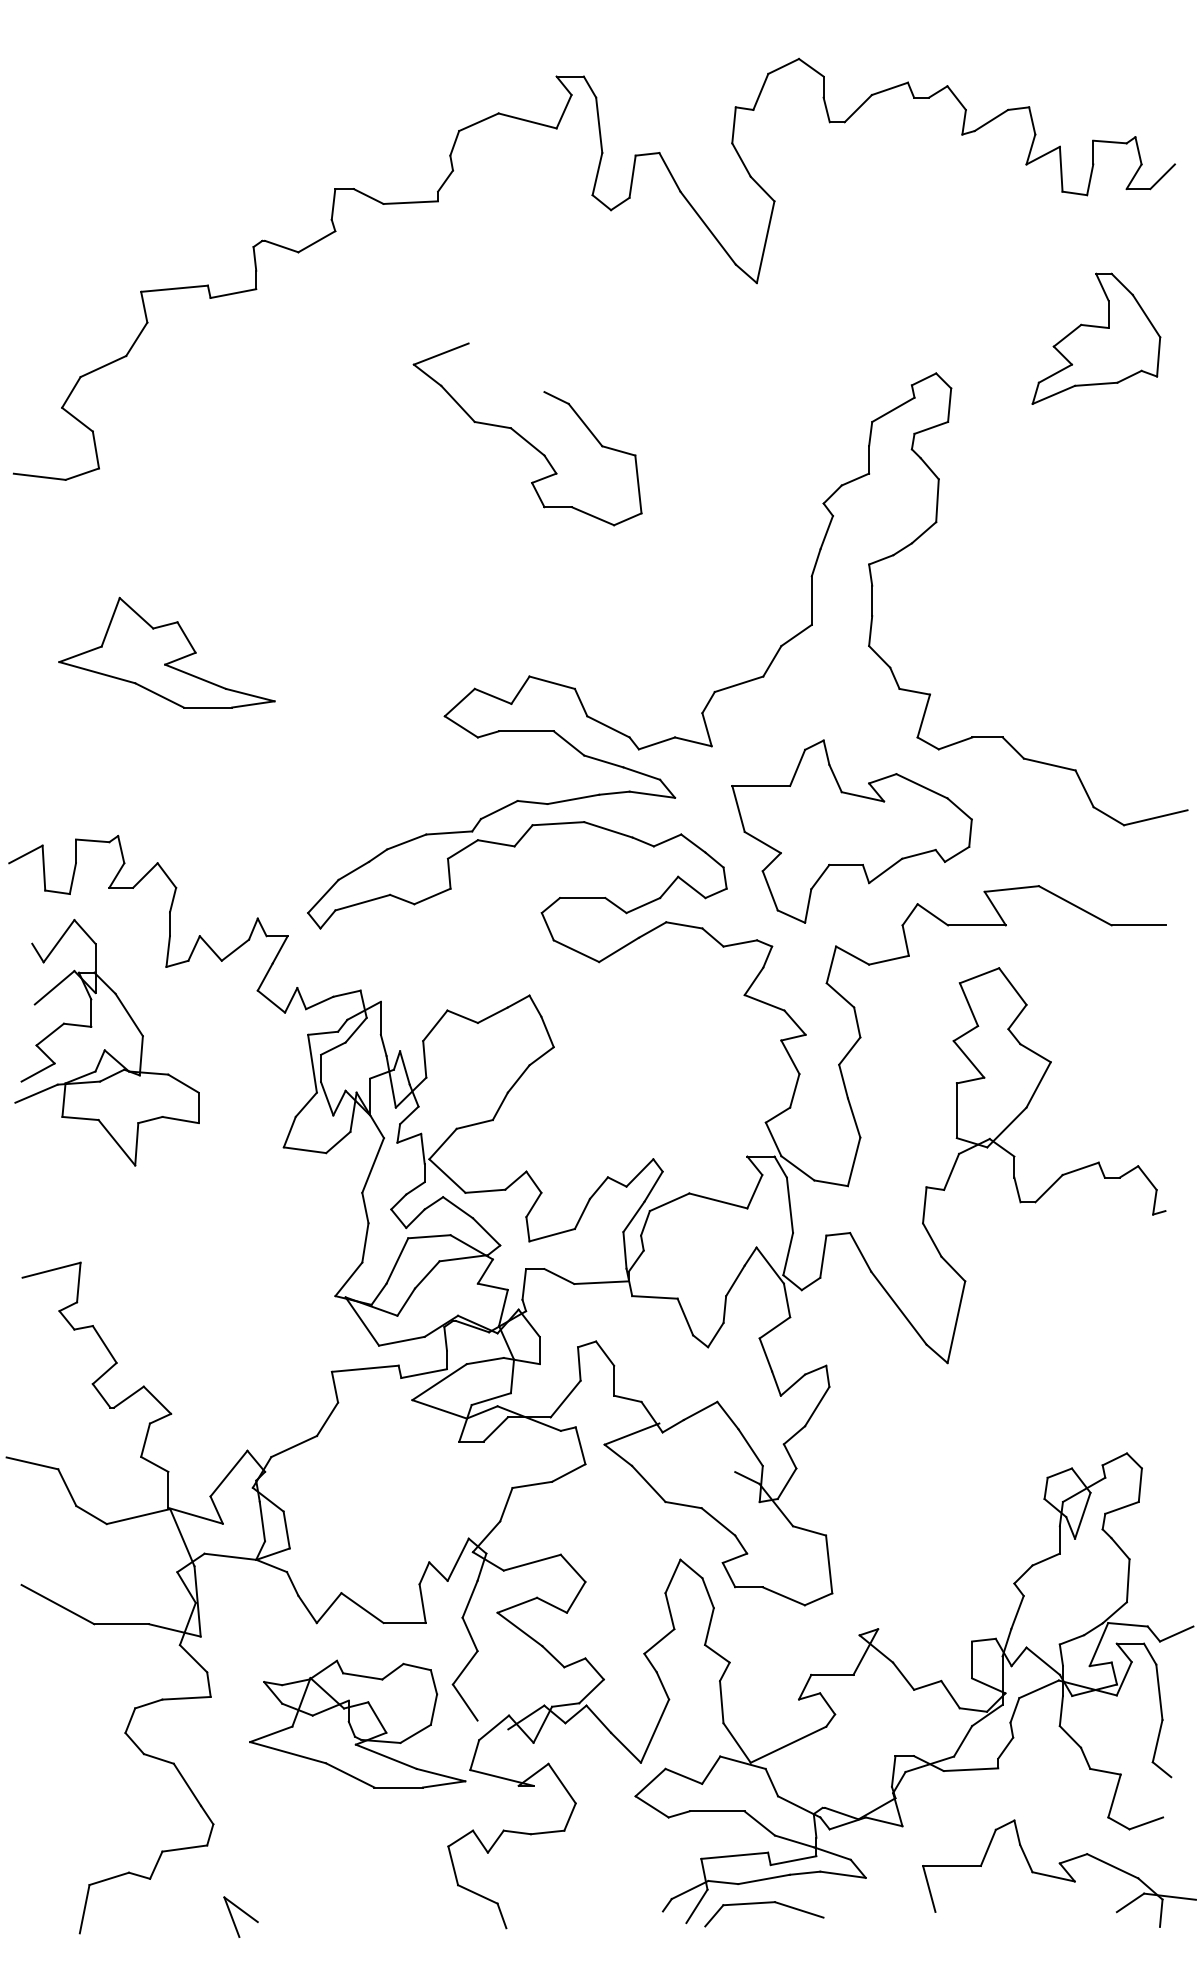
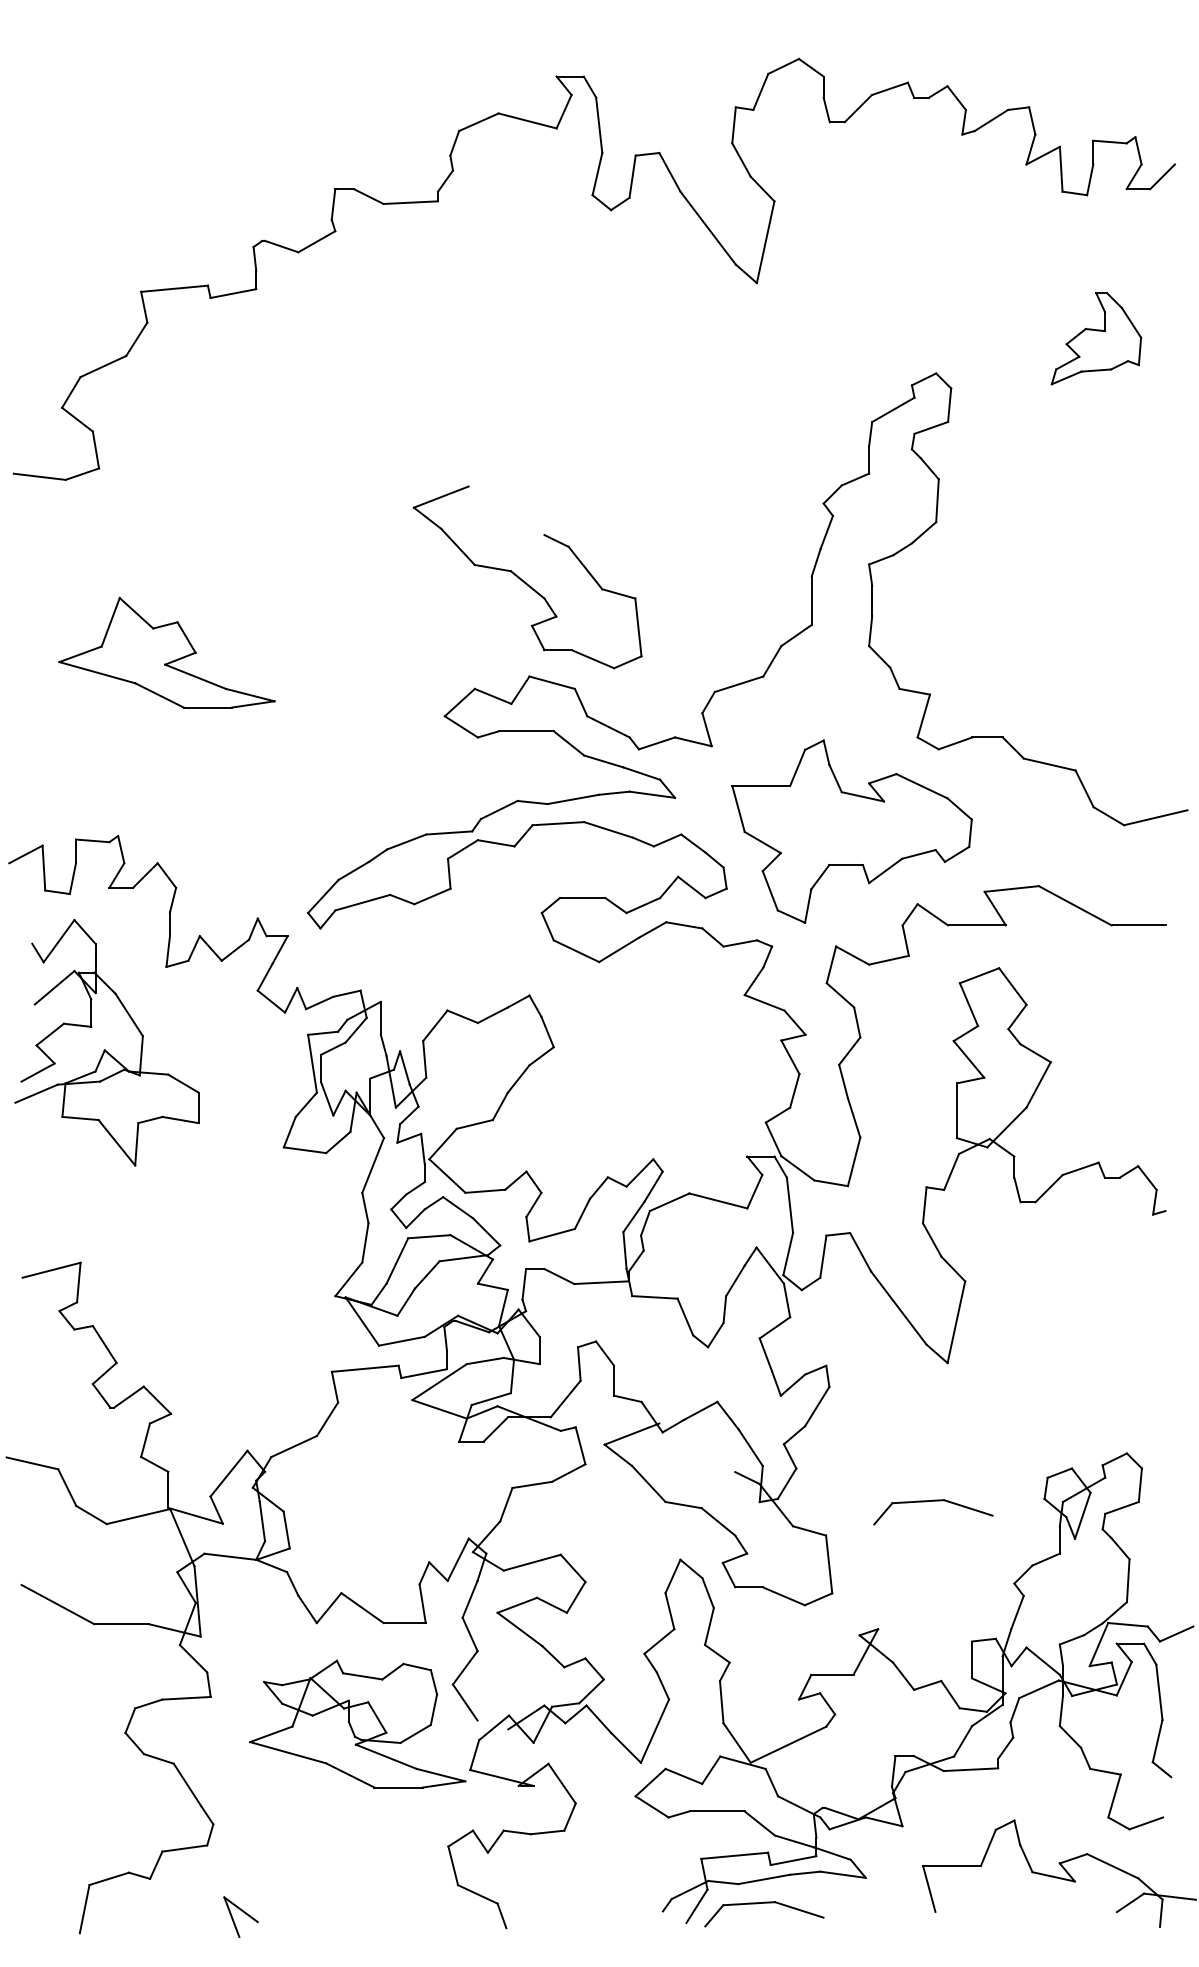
part at (1096, 338) size: 131x133 px -> 93x94 px
part at (527, 434) position: (527, 434) -> (527, 577)
part at (933, 1501): none -> present
